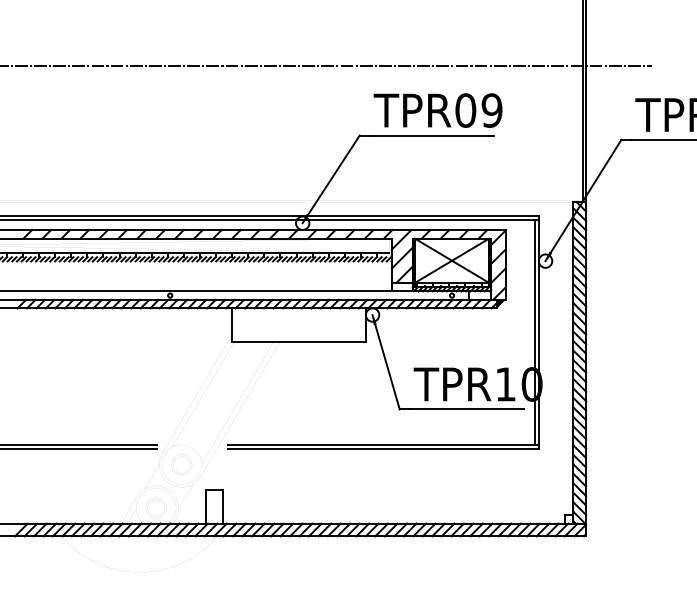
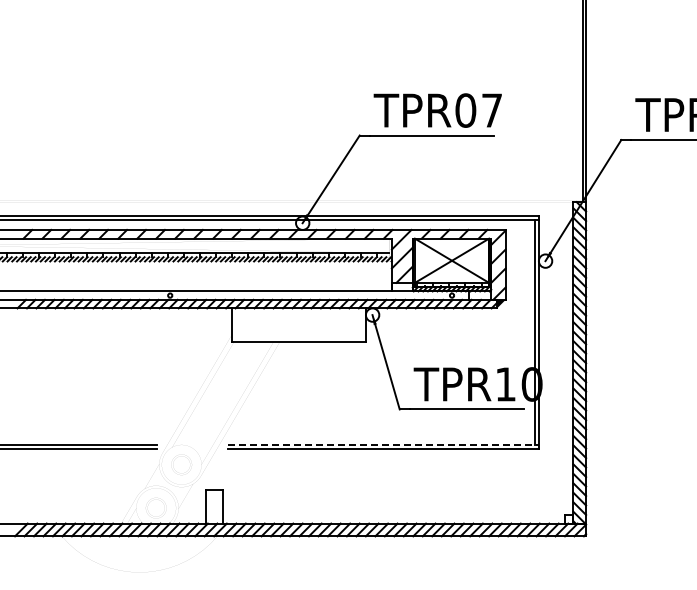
line at (326, 65): present -> none
text at (491, 110): TPR09 -> TPR07
line at (383, 444): solid -> dashed
